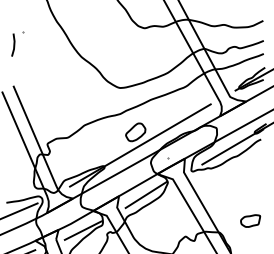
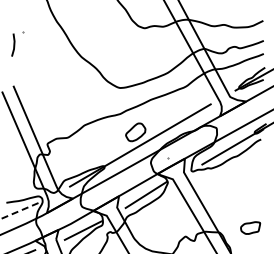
line at (19, 211): solid -> dashed
part at (250, 220) position: (250, 220) -> (250, 227)
